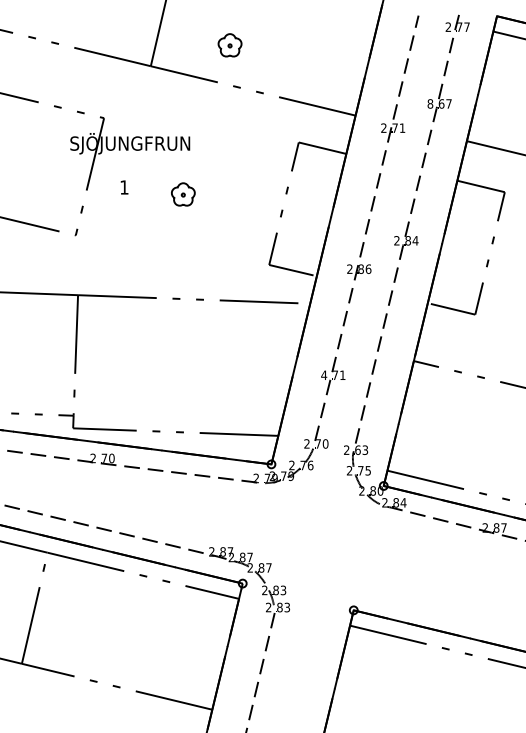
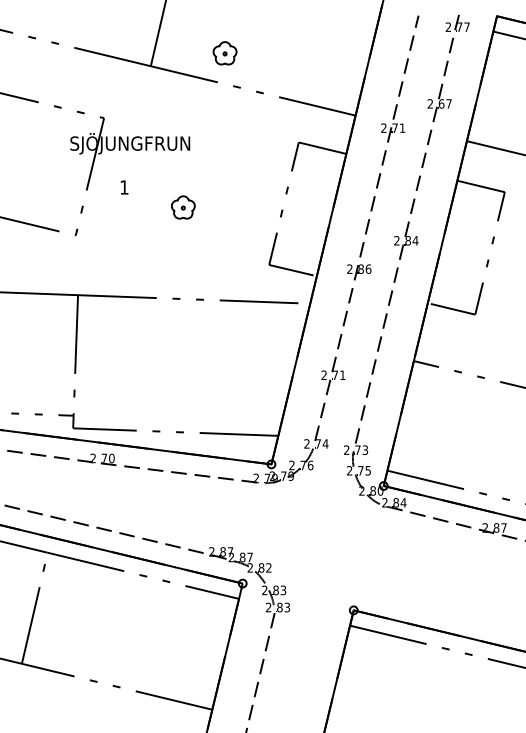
part at (229, 45) position: (229, 45) -> (224, 53)
text at (430, 103): 8 -> 2
part at (183, 194) position: (183, 194) -> (183, 207)
text at (324, 374): 4 -> 2
text at (325, 443): 70 -> 74
text at (357, 449): 63 -> 73
text at (268, 567): 87 -> 82
